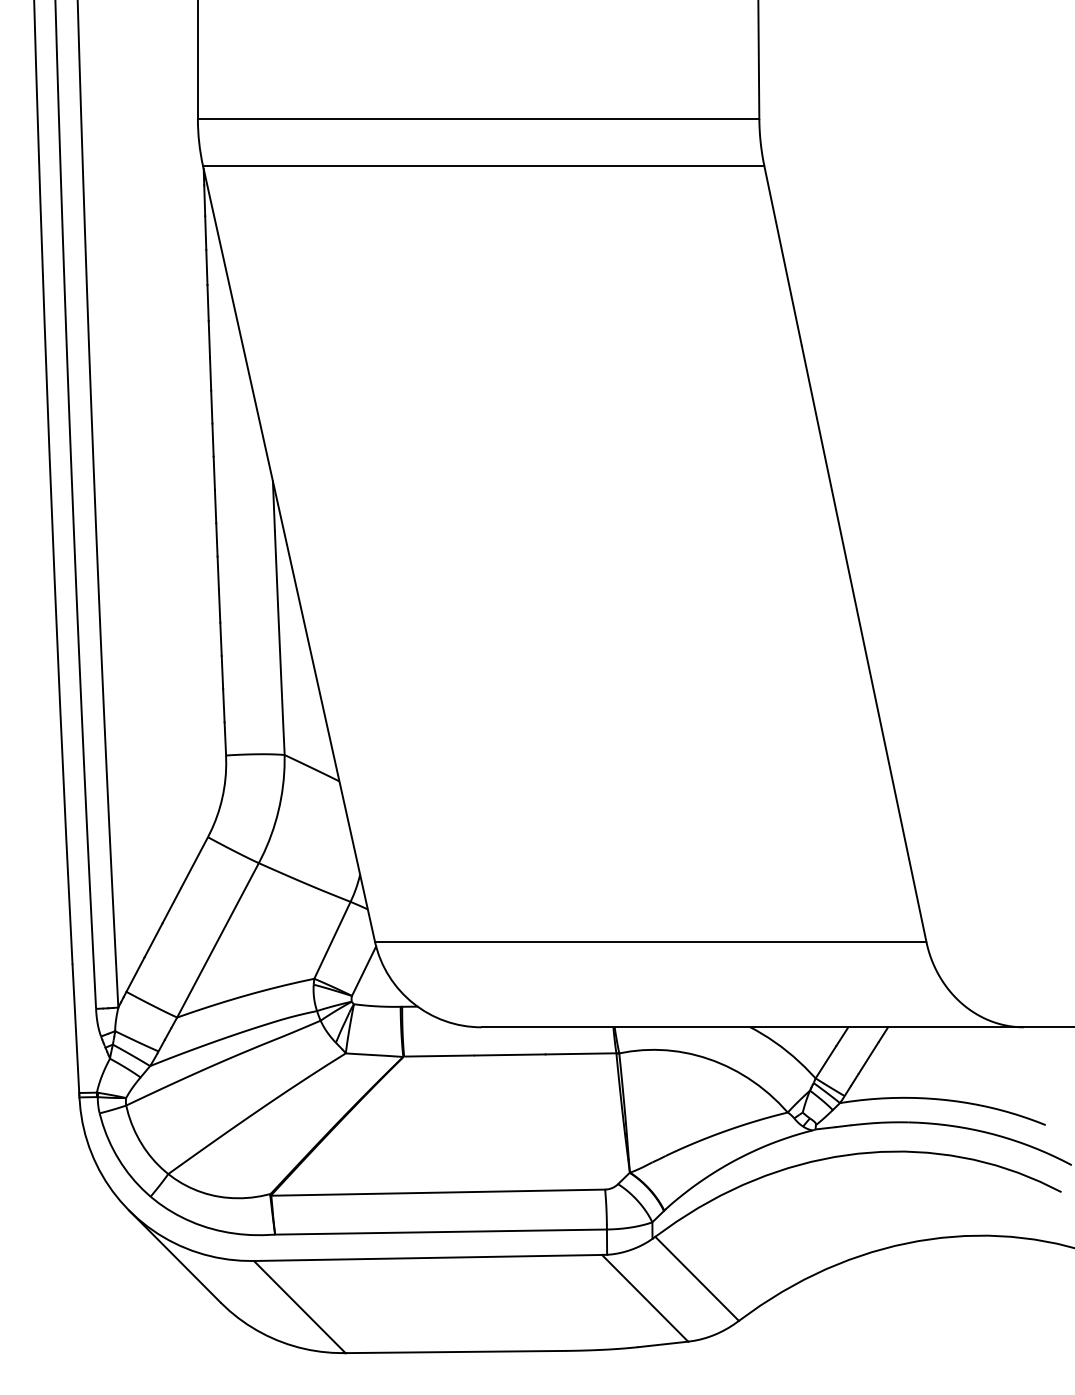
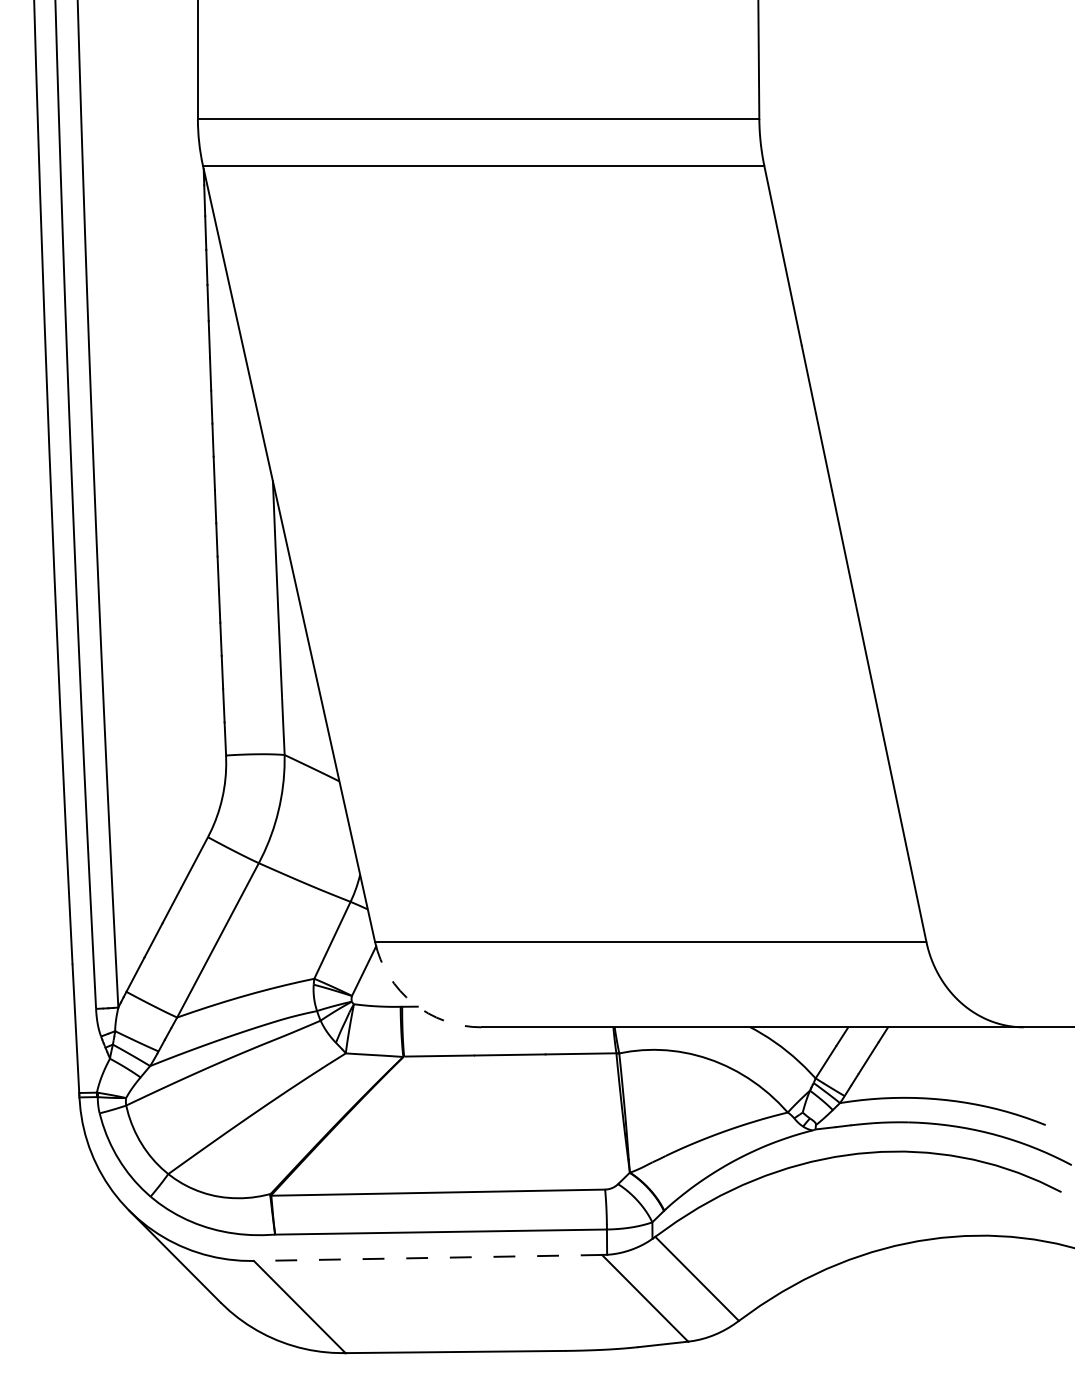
arc at (413, 1003): solid -> dashed
line at (427, 1257): solid -> dashed
